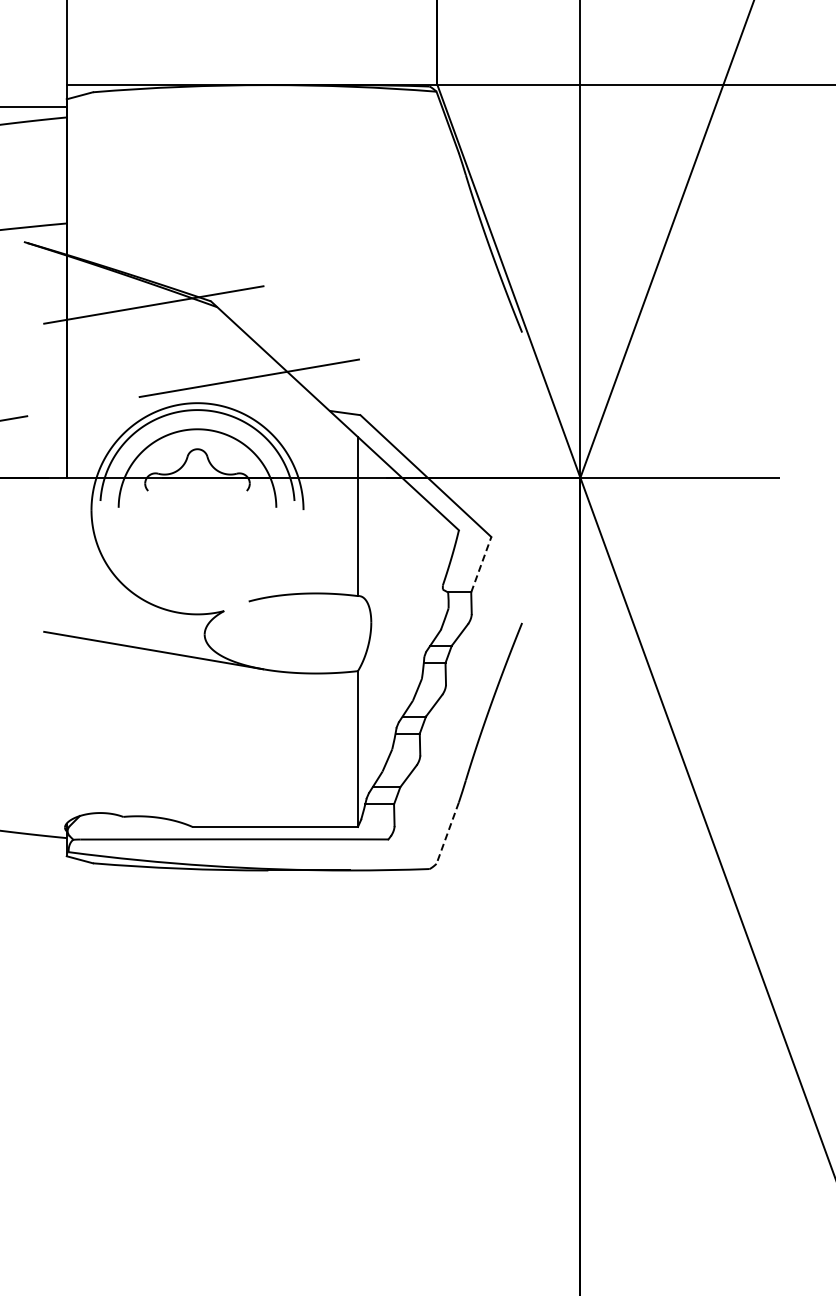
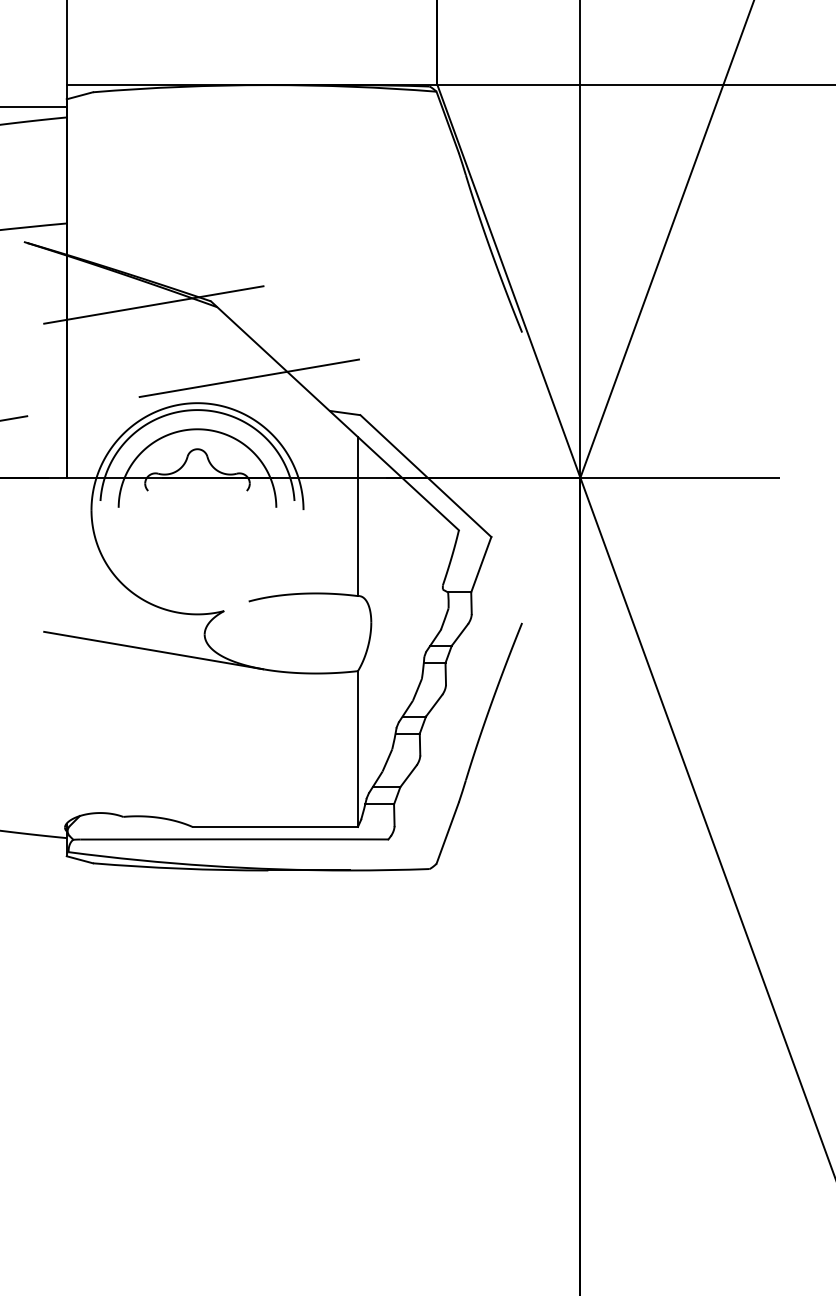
line at (481, 564): dashed -> solid
line at (447, 833): dashed -> solid
